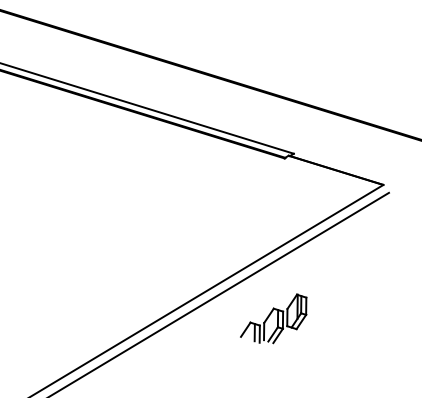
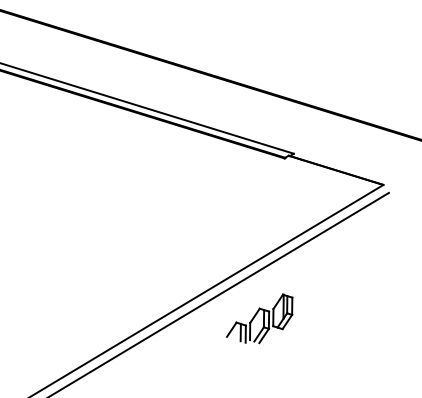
part at (273, 318) position: (273, 318) -> (259, 318)
